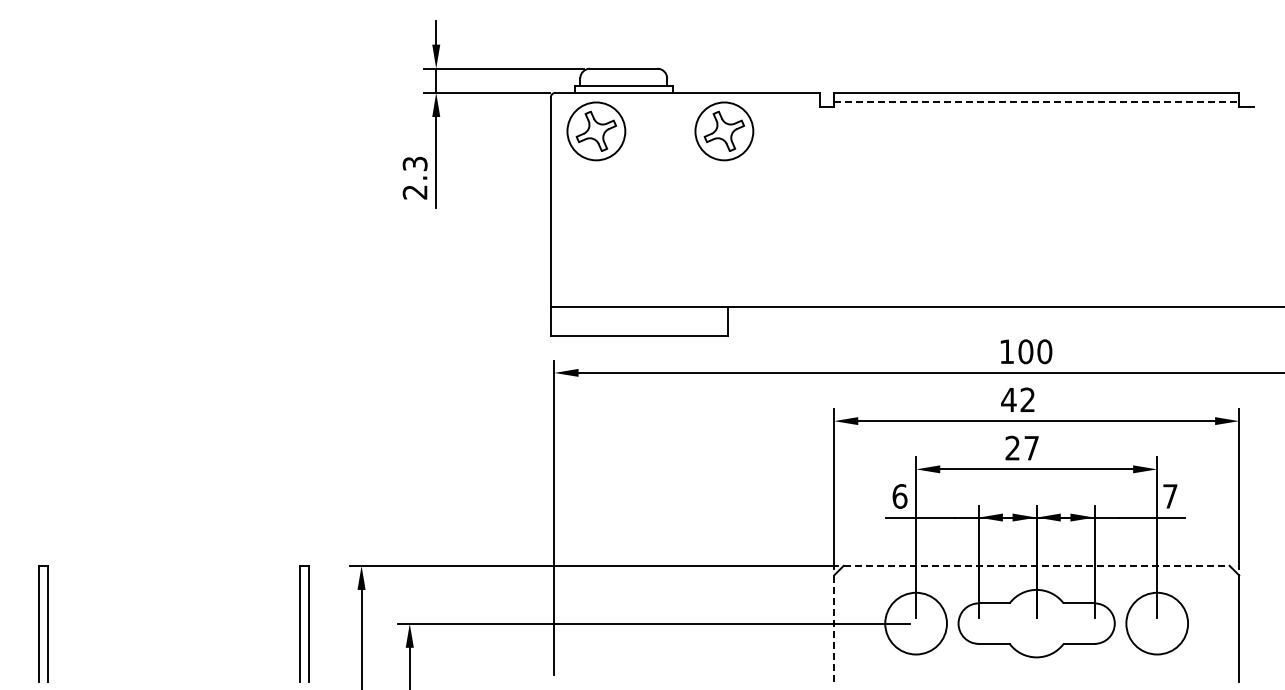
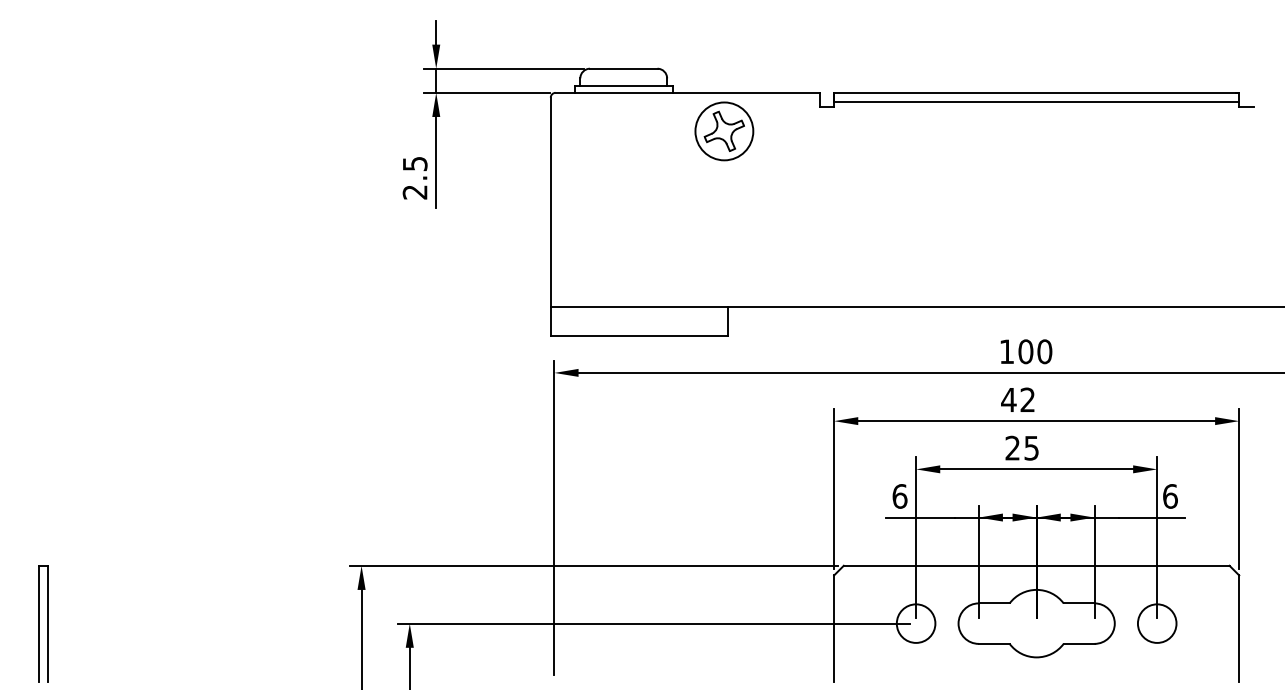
line at (1036, 102): dashed -> solid
part at (596, 131): present -> none
text at (414, 163): 2.3 -> 2.5
text at (1031, 448): 27 -> 25
text at (1170, 496): 7 -> 6
line at (1036, 565): dashed -> solid
part at (304, 623): present -> none
circle at (915, 623) diameter: 62 px -> 39 px
circle at (1157, 623) diameter: 62 px -> 39 px
line at (834, 627): dashed -> solid
